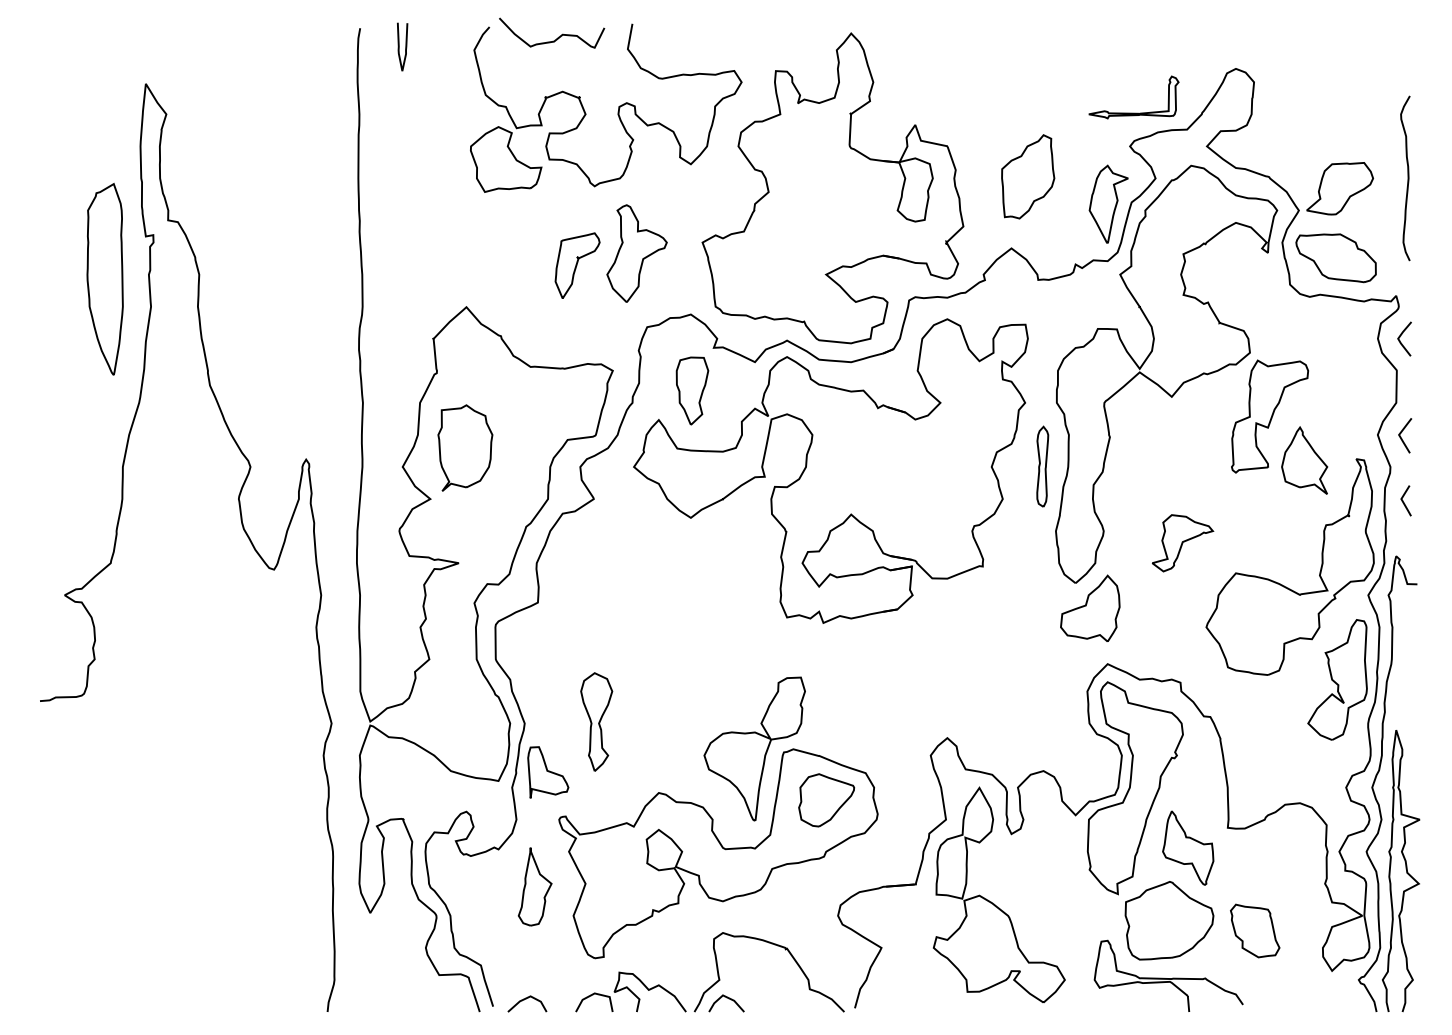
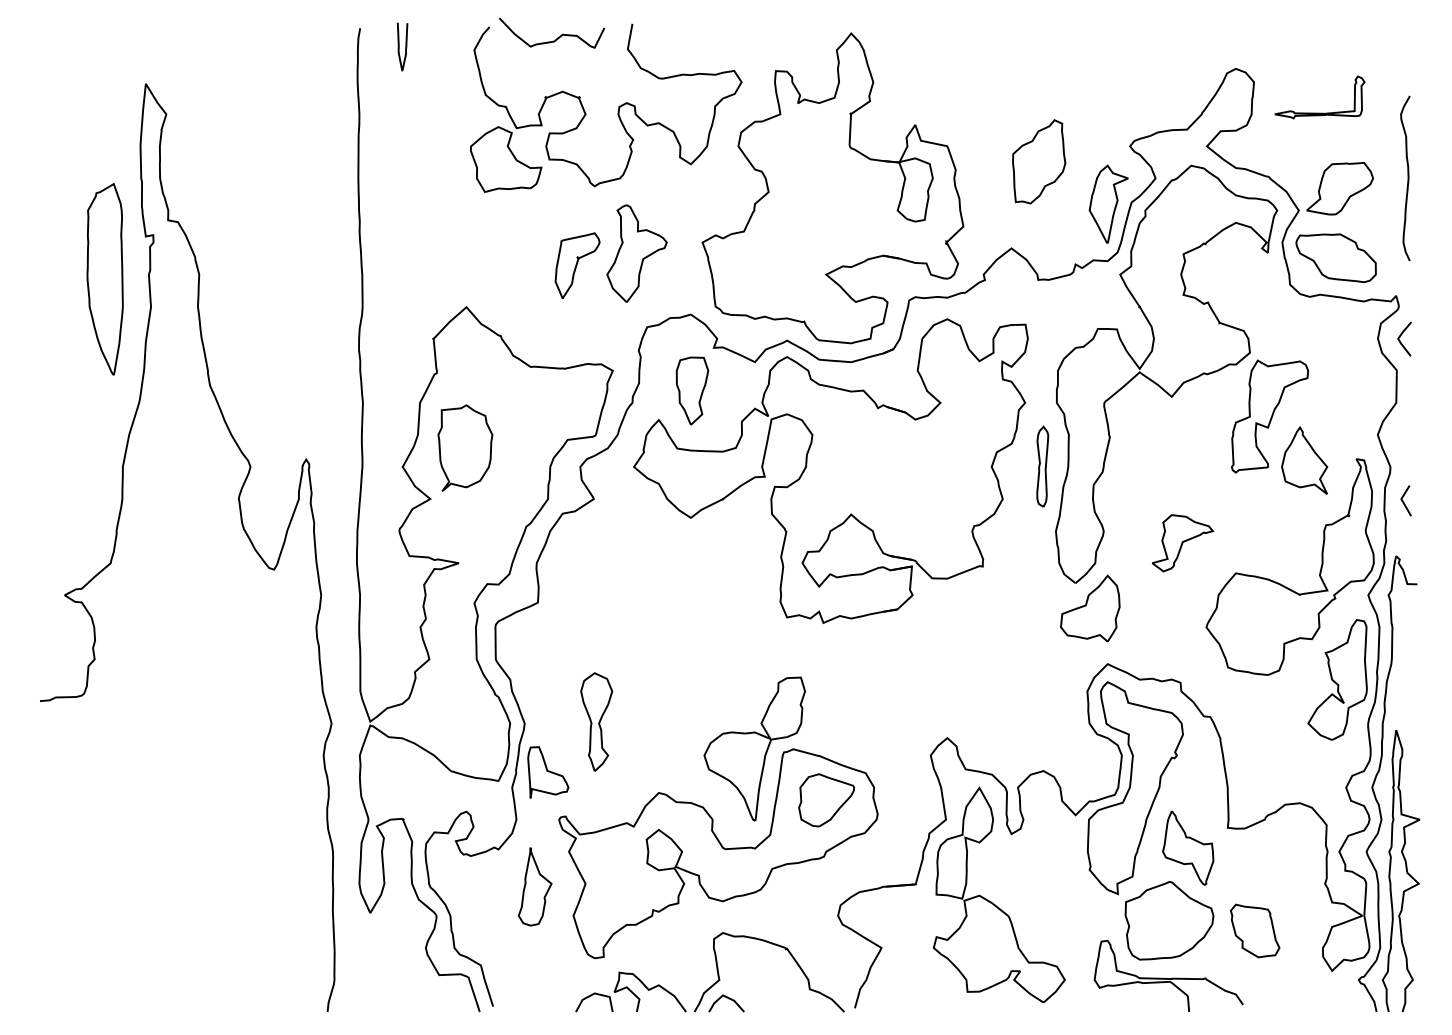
part at (1133, 112) position: (1133, 112) -> (1319, 112)
part at (1028, 176) position: (1028, 176) -> (1039, 161)
line at (1401, 436): present -> none
line at (526, 999): present -> none
